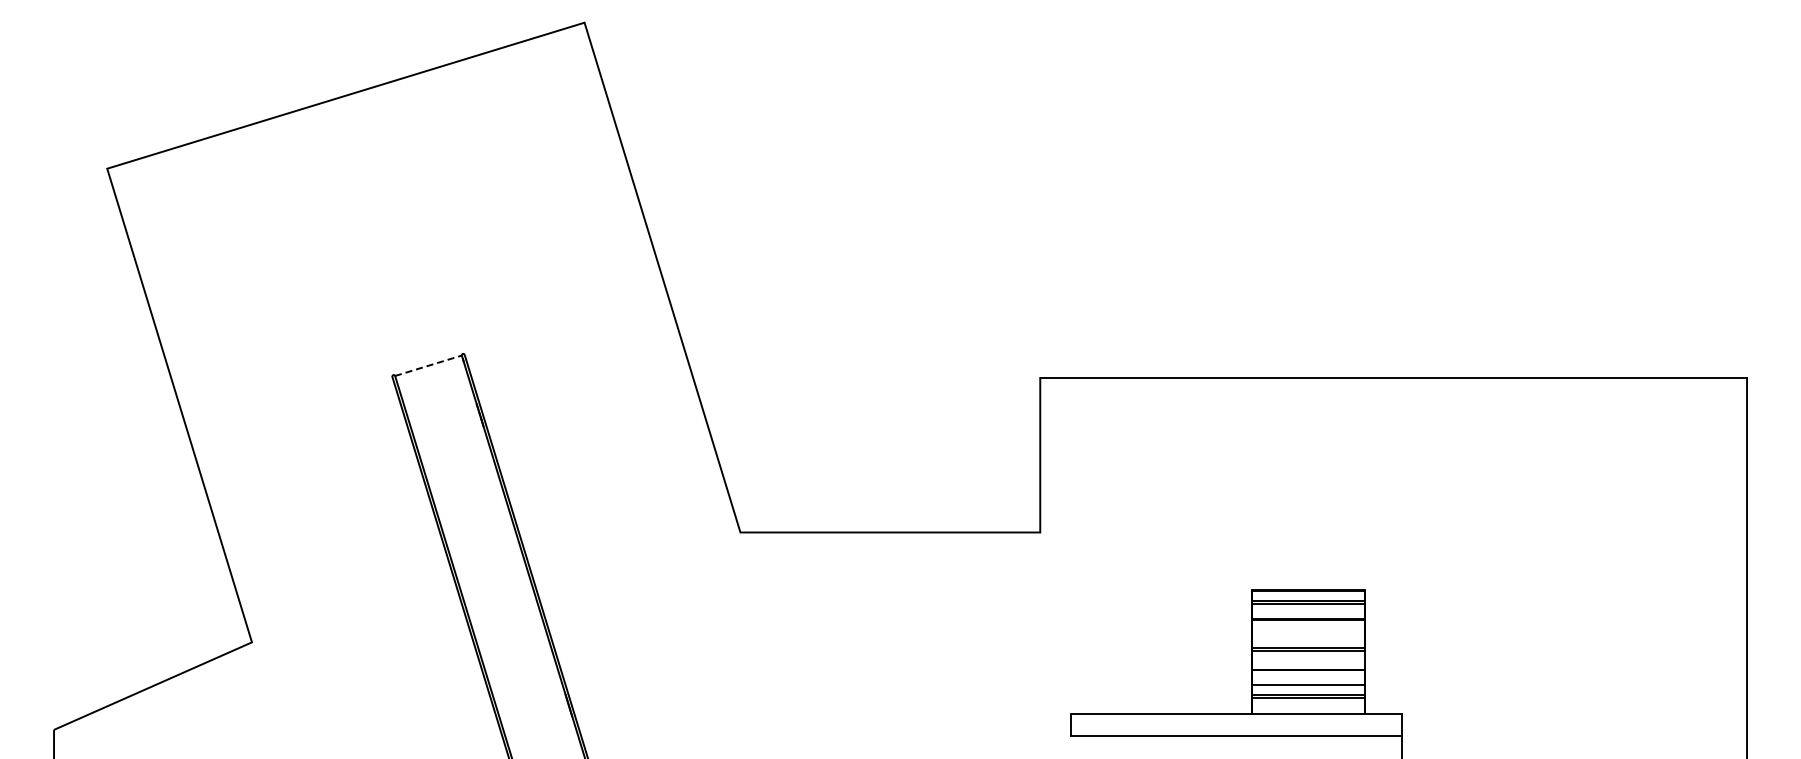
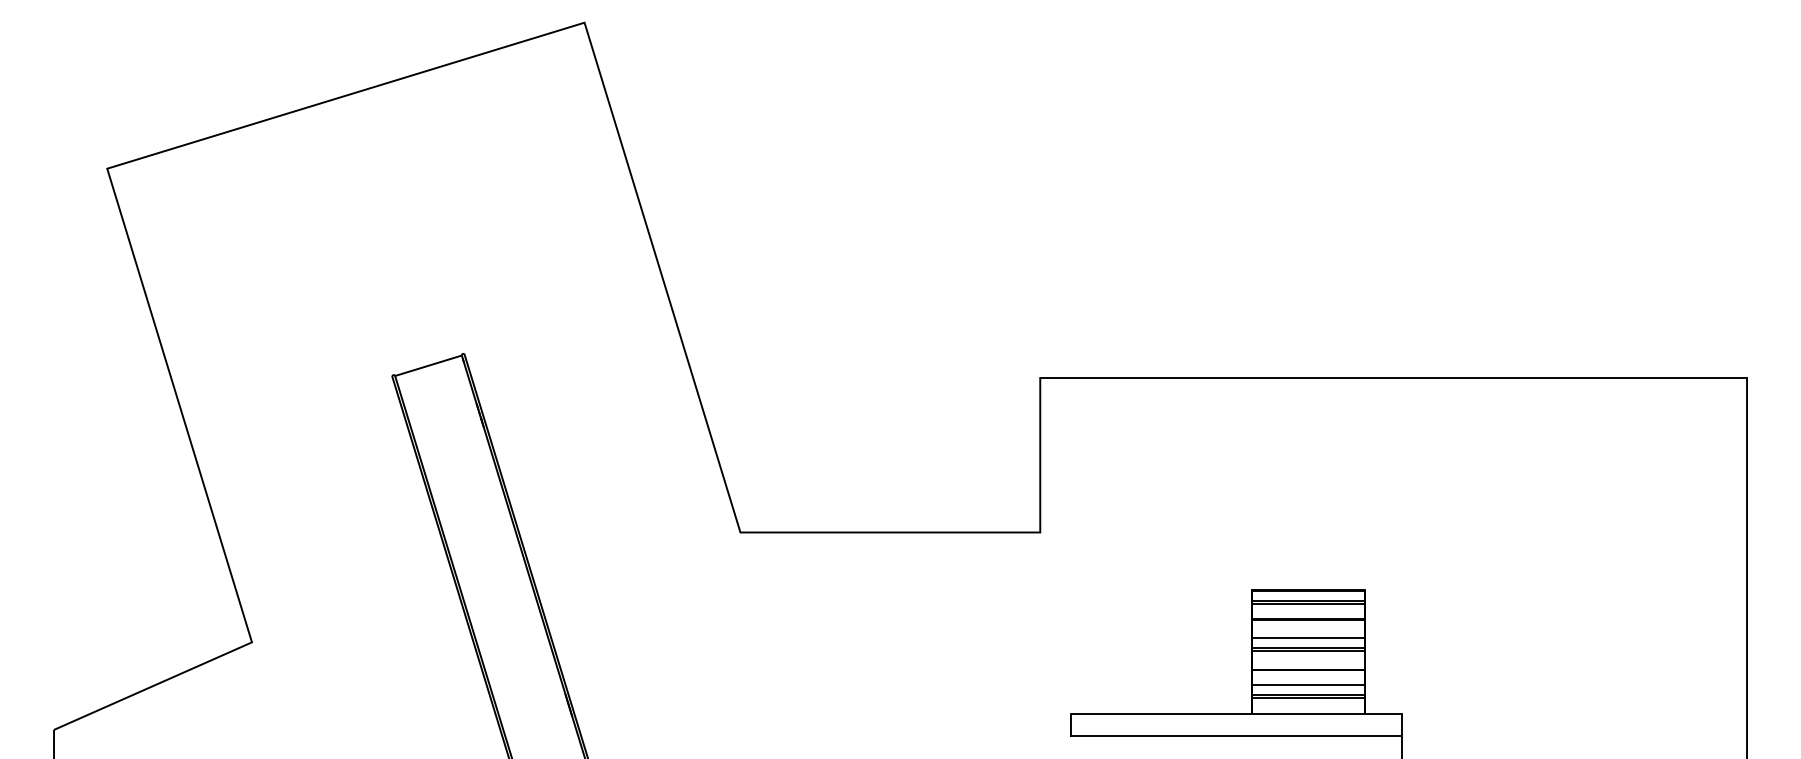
line at (429, 365): dashed -> solid
line at (1308, 637): none -> present
